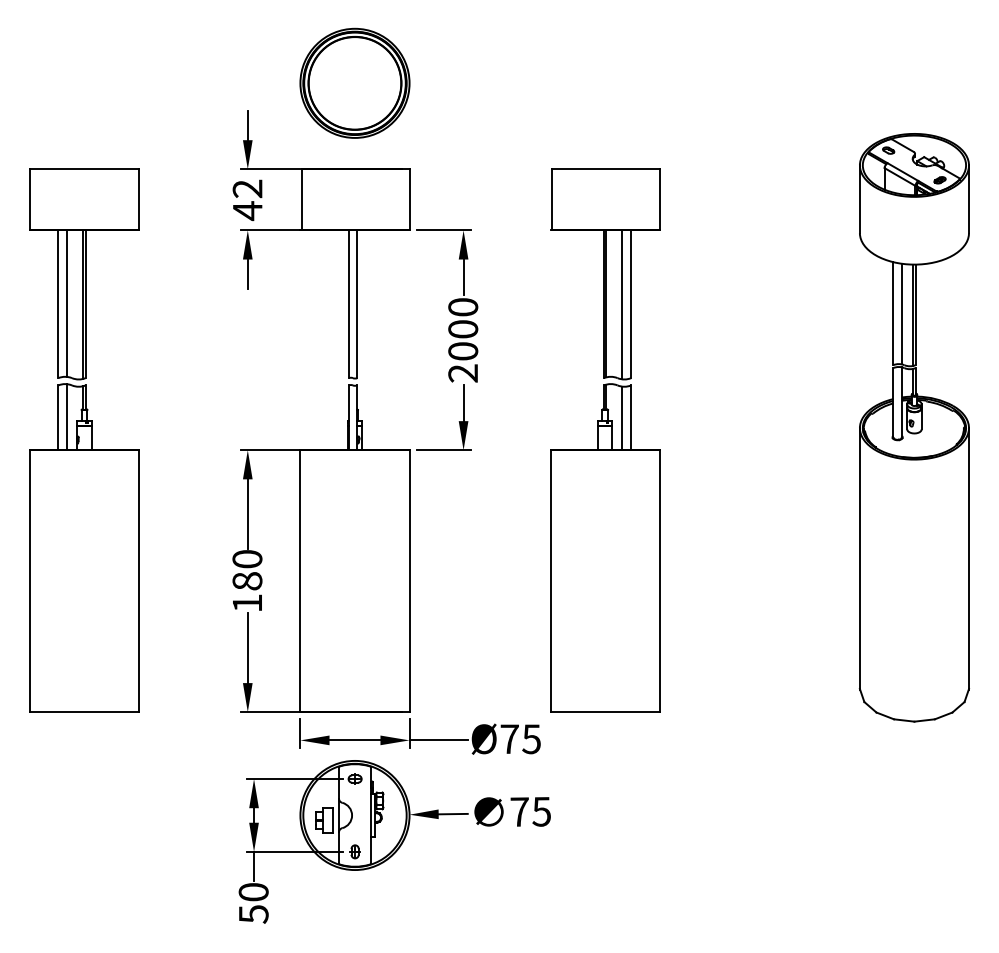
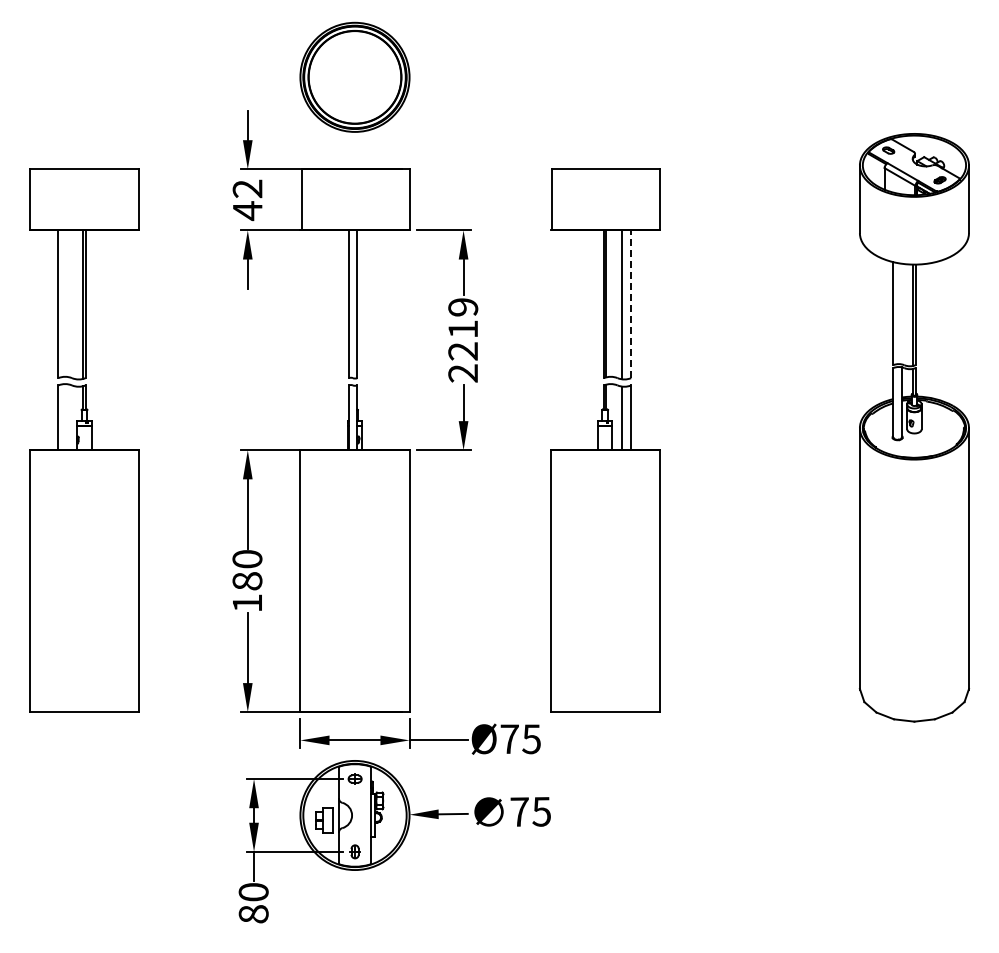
part at (354, 82) position: (354, 82) -> (354, 76)
line at (67, 303): present -> none
line at (631, 304): solid -> dashed
line at (902, 313): present -> none
text at (463, 329): 2000 -> 2219
line at (67, 417): present -> none
text at (253, 914): 50 -> 80
